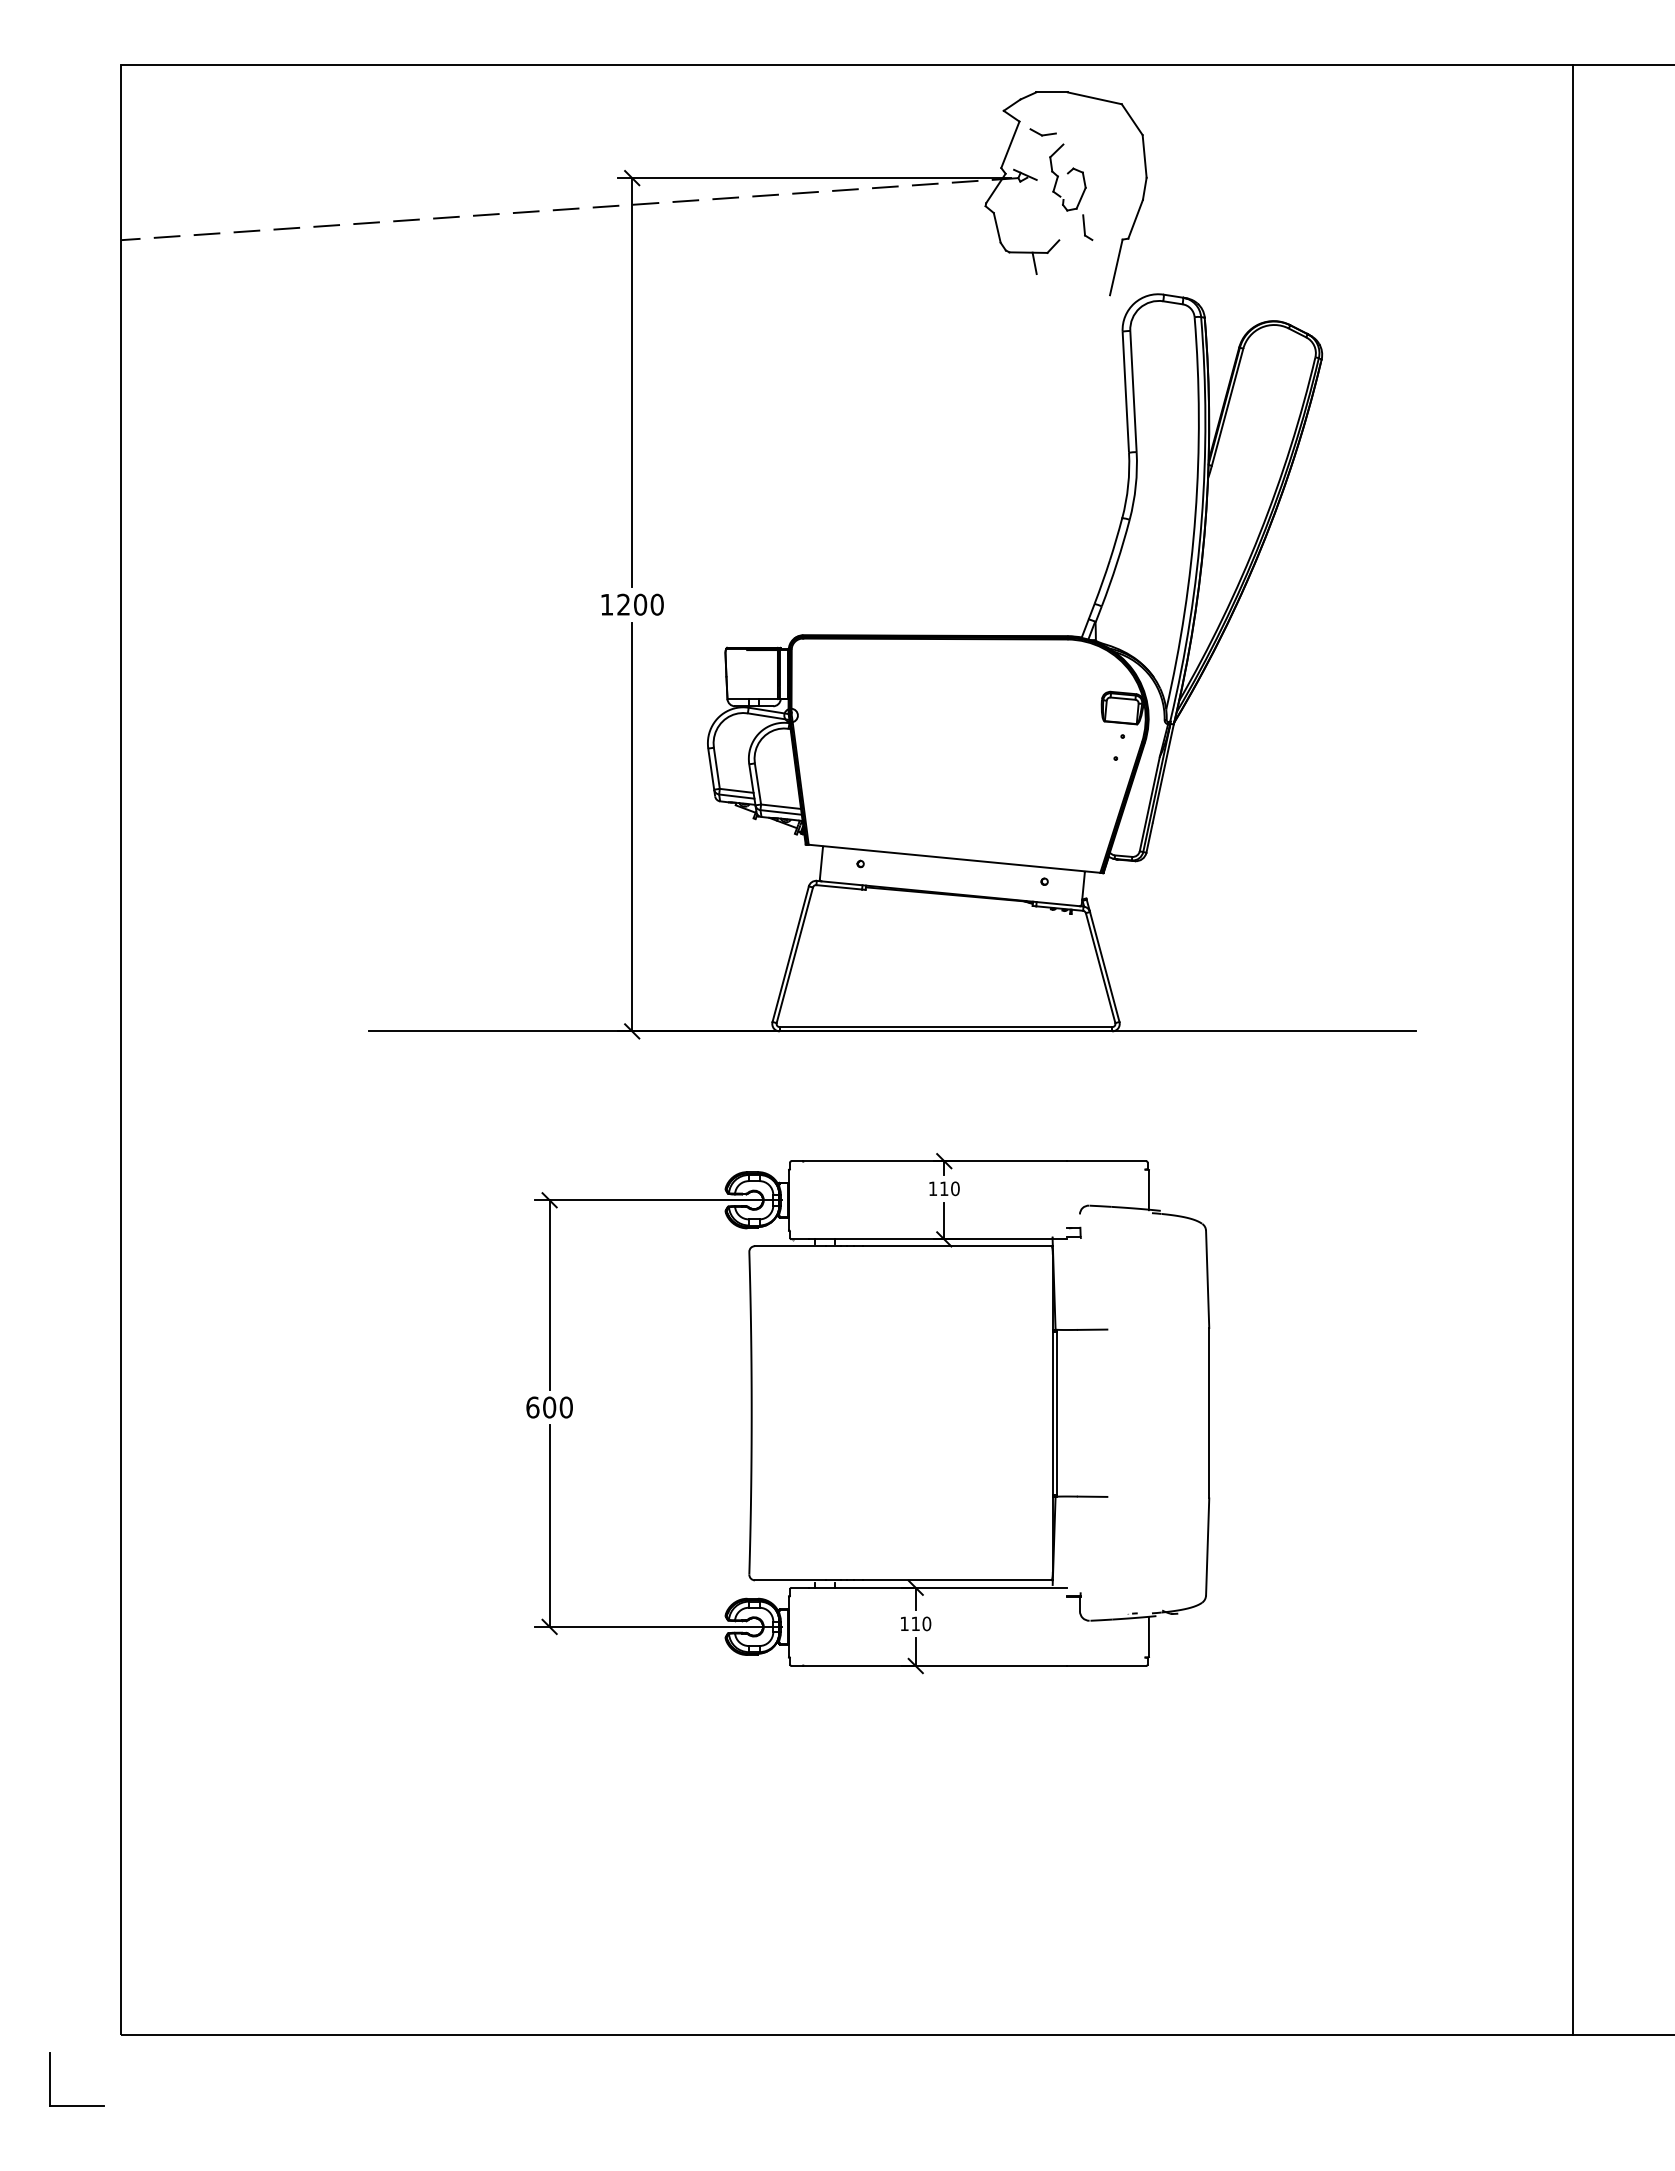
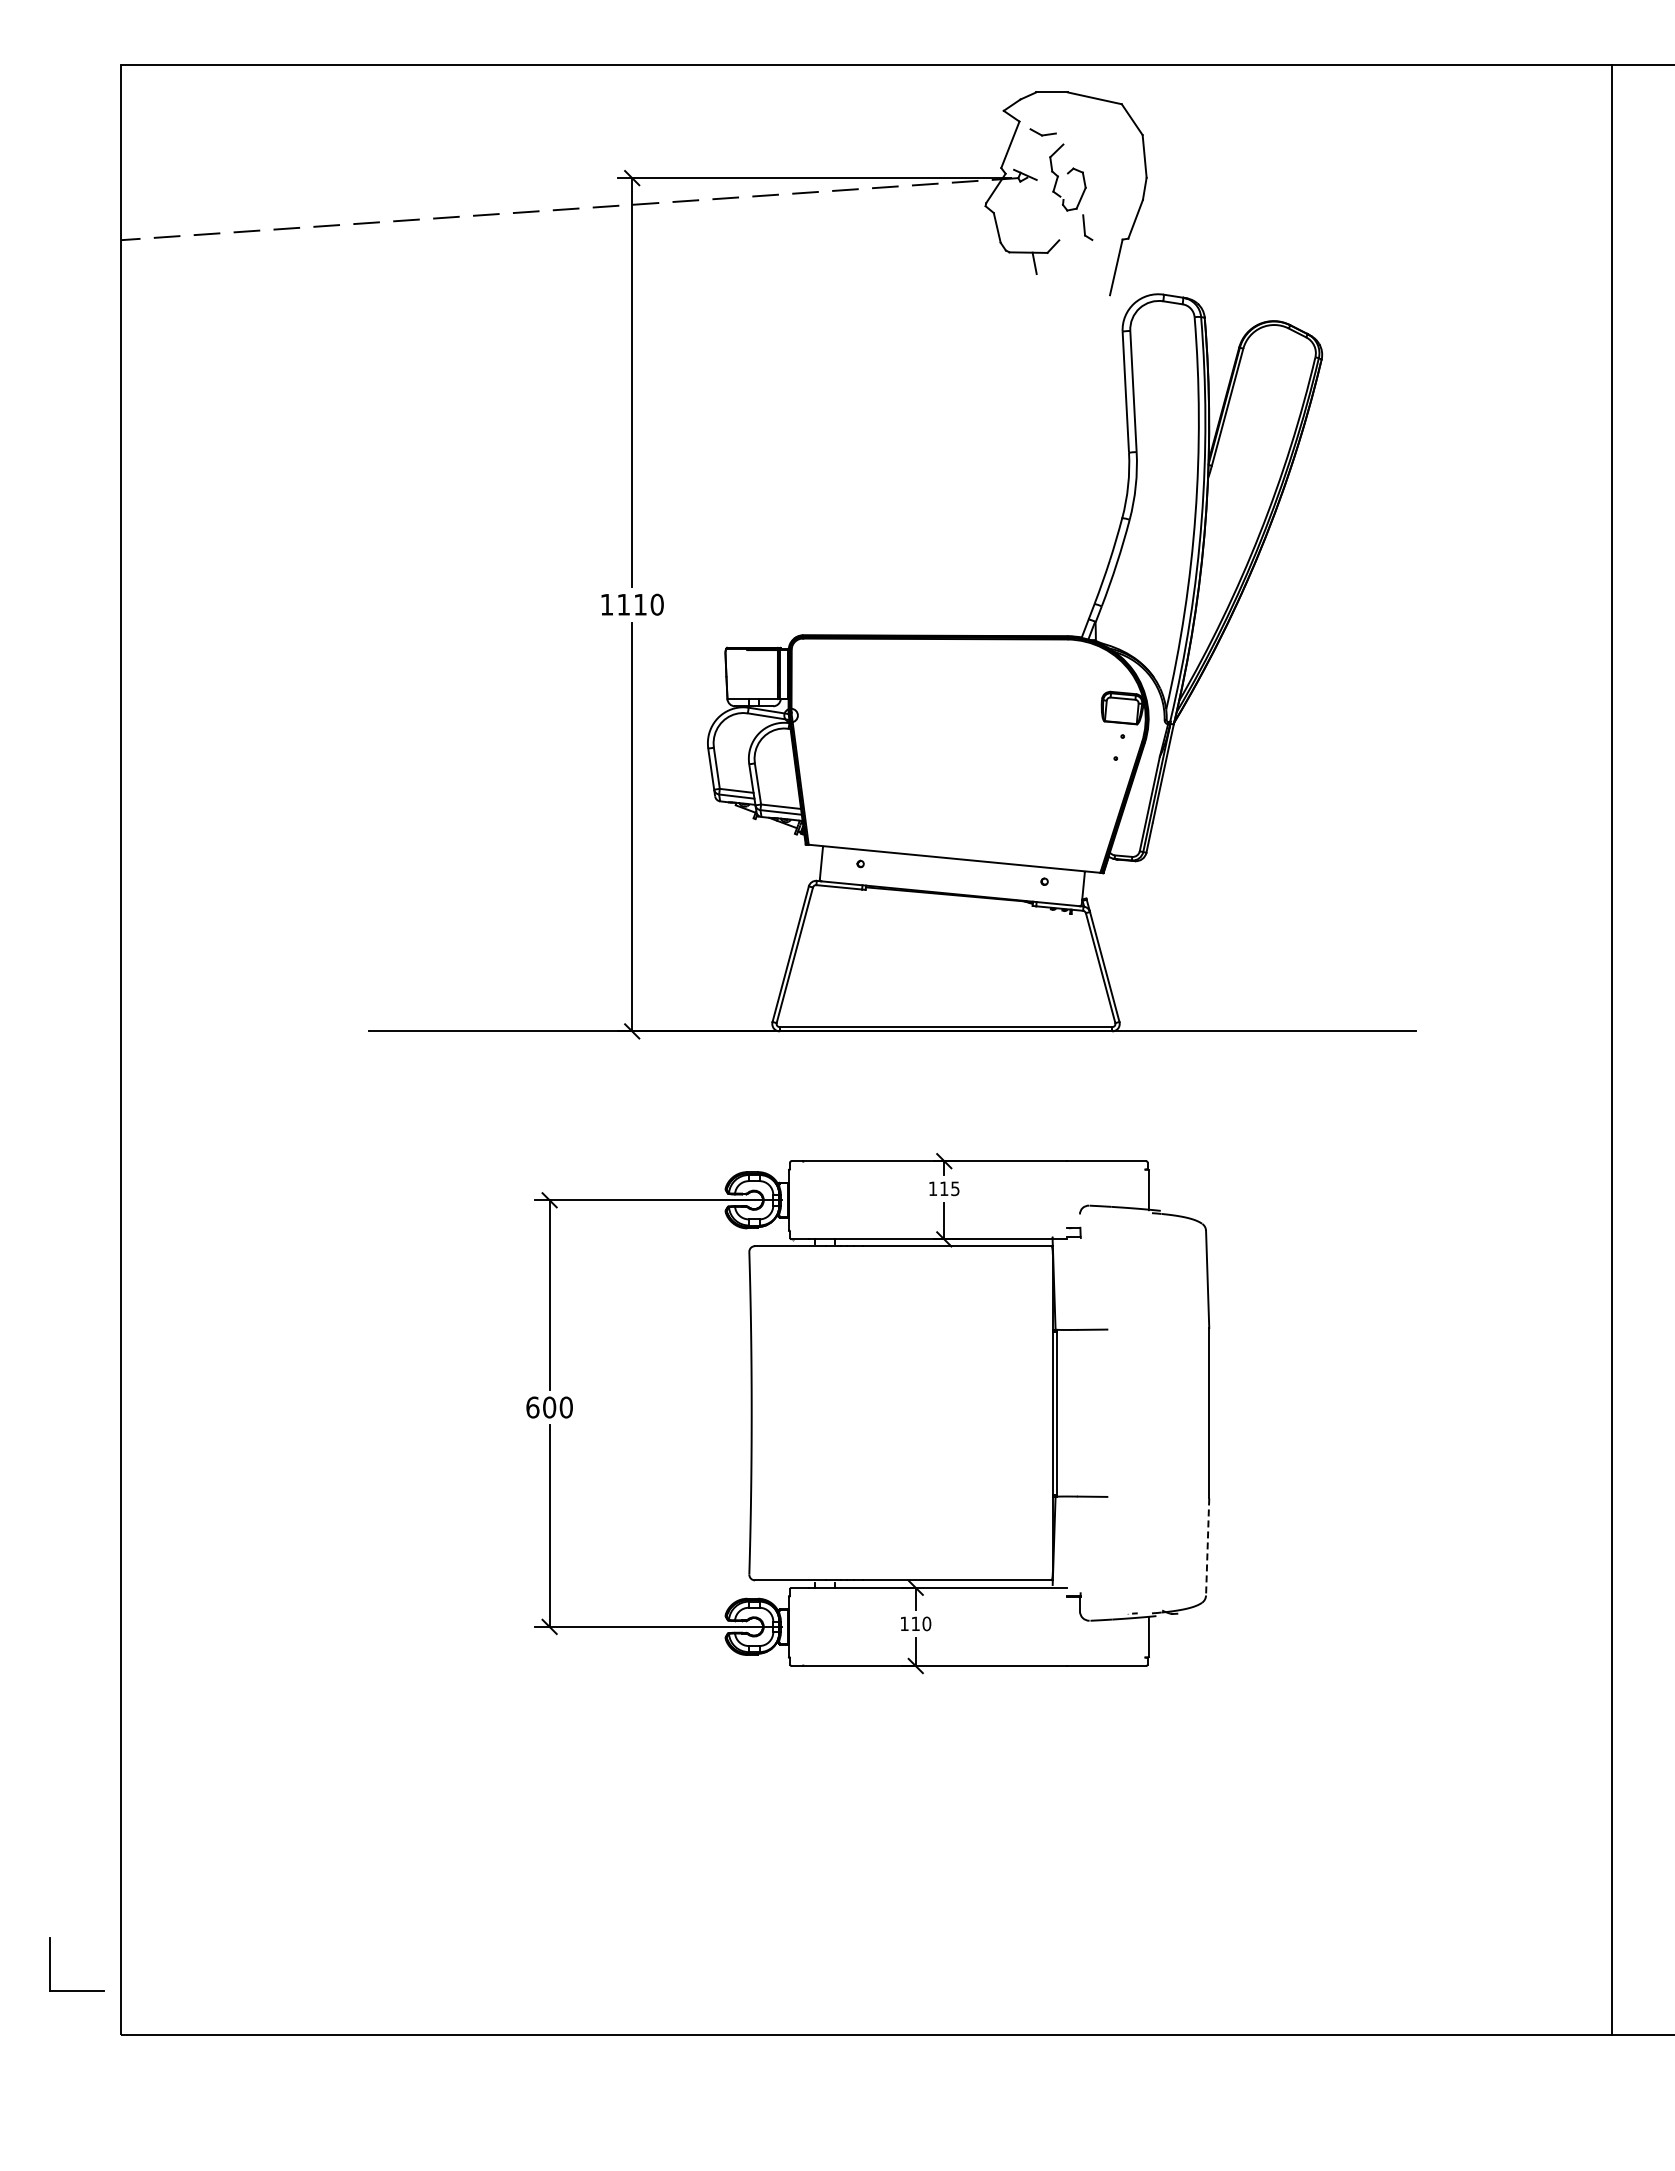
text at (632, 604): 1200 -> 1110
line at (1573, 1049) position: (1573, 1049) -> (1612, 1049)
text at (955, 1188): 110 -> 115
line at (1207, 1546): solid -> dashed
part at (50, 2079) position: (50, 2079) -> (50, 1964)
